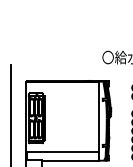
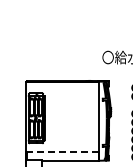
line at (10, 114): present -> none
line at (61, 152): solid -> dashed
